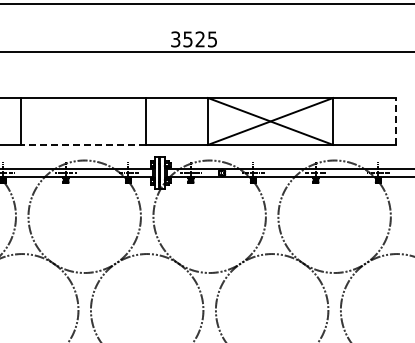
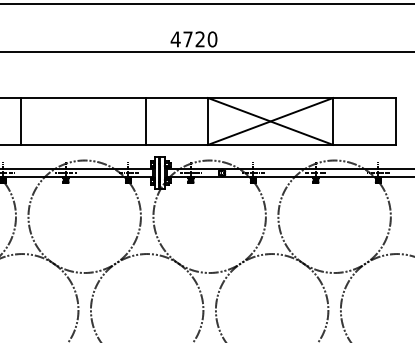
text at (193, 39): 3525 -> 4720
line at (395, 120): dashed -> solid
line at (82, 144): dashed -> solid
